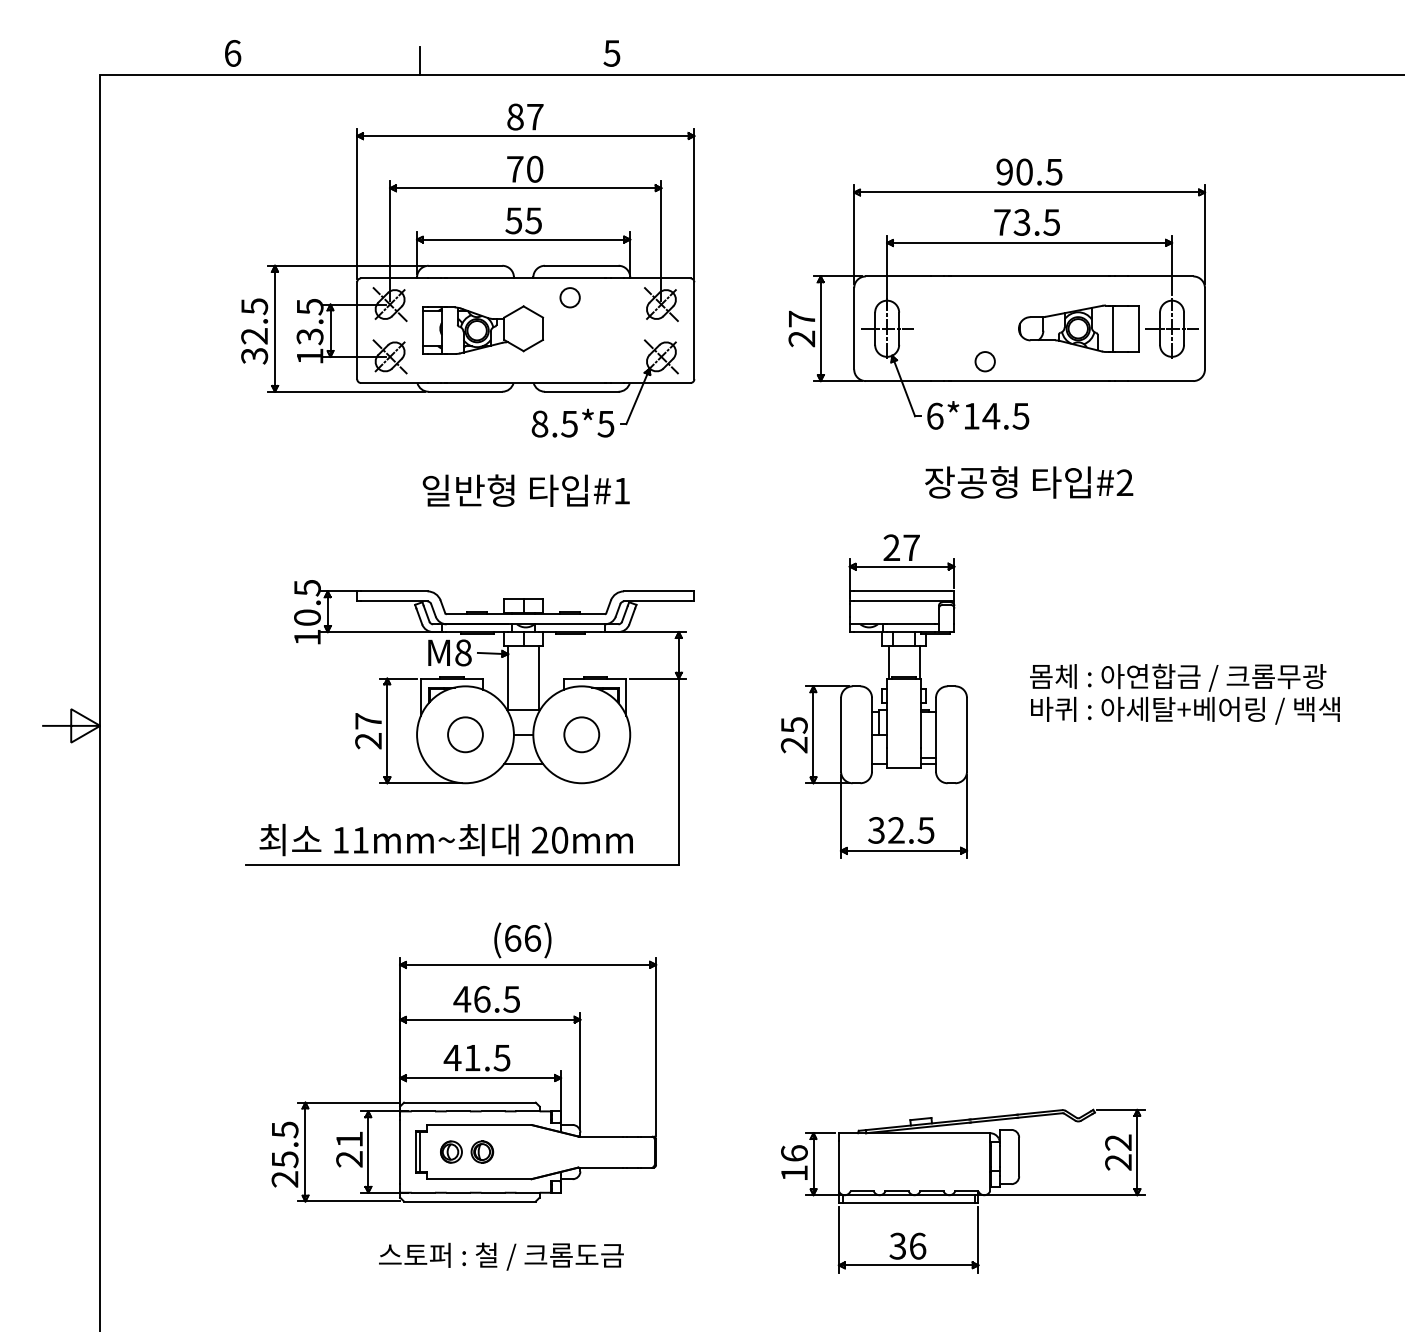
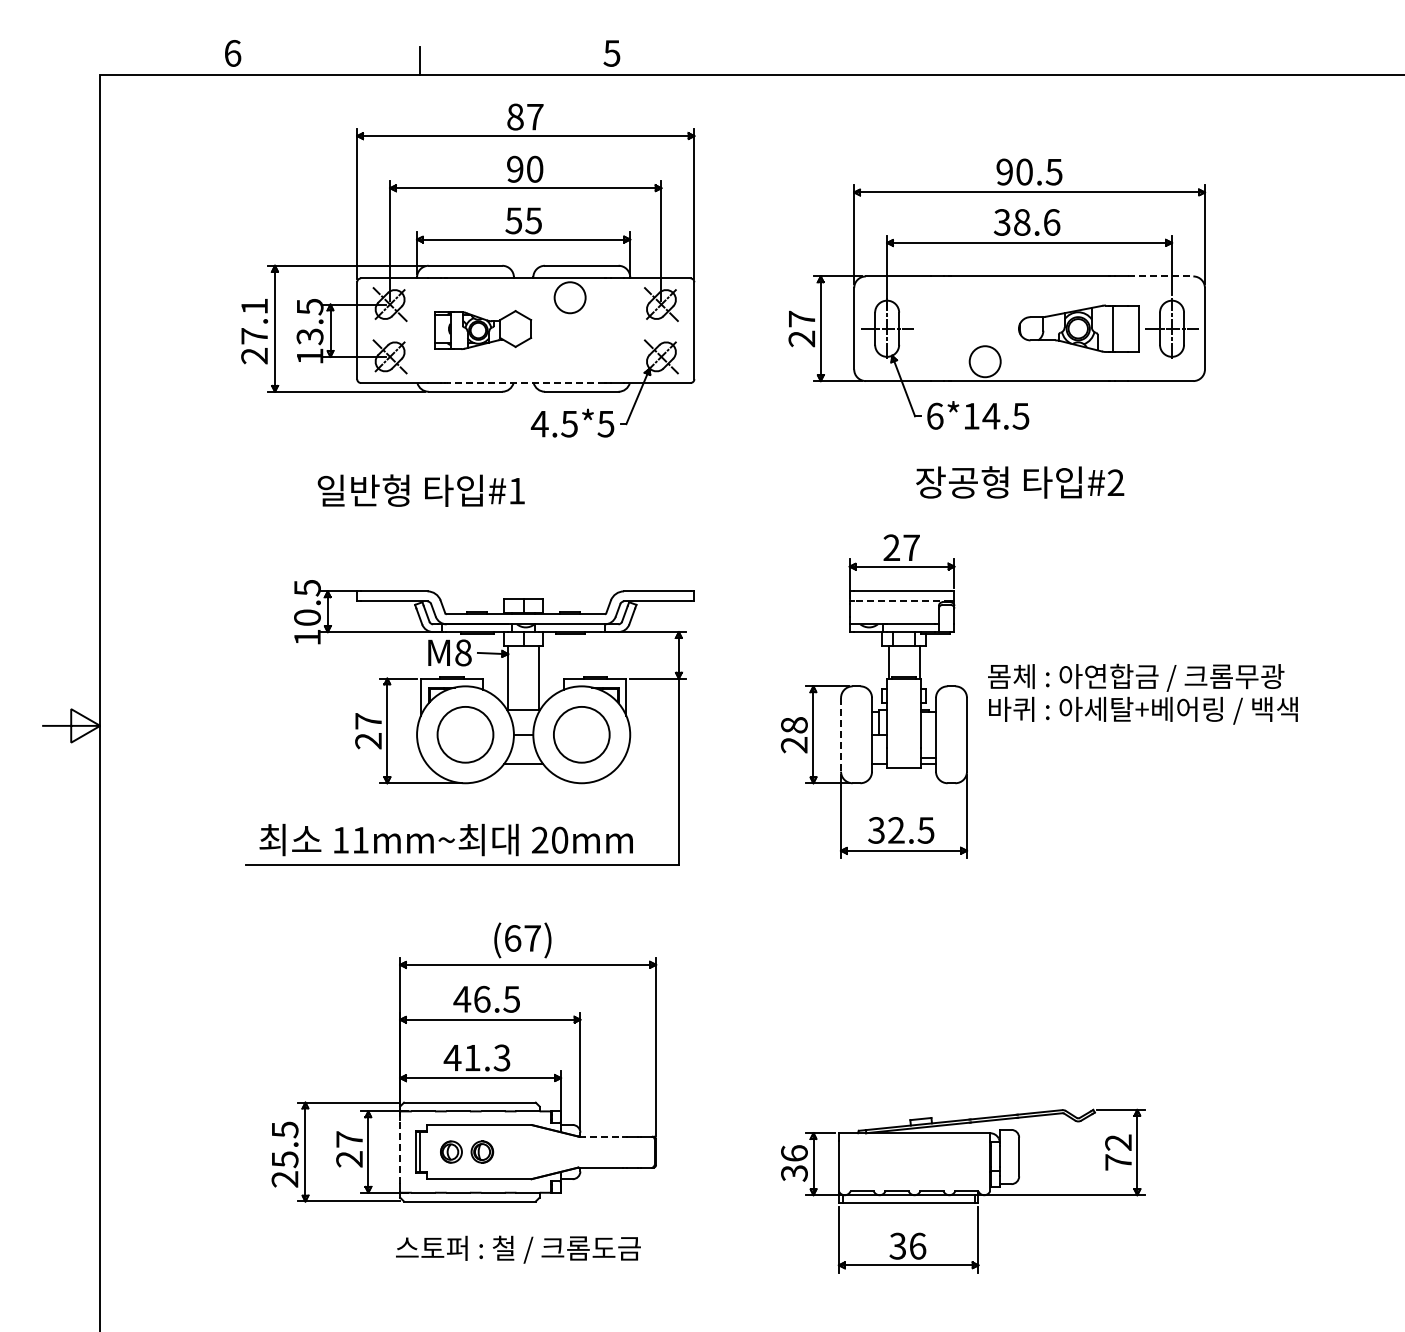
text at (515, 168): 70 -> 90
text at (1026, 222): 73.5 -> 38.6
line at (1160, 276): solid -> dashed
circle at (569, 297) diameter: 19 px -> 31 px
part at (483, 329) size: 123x50 px -> 99x40 px
text at (254, 331): 32.5 -> 27.1
circle at (984, 361) diameter: 19 px -> 31 px
line at (525, 383): solid -> dashed
text at (539, 423): 8.5*5 -> 4.5*5
text at (1029, 482) position: (1029, 482) -> (1020, 482)
text at (525, 490) position: (525, 490) -> (420, 490)
line at (901, 601): solid -> dashed
text at (1184, 693) position: (1184, 693) -> (1142, 693)
text at (794, 725): 25 -> 28
circle at (465, 734) diameter: 35 px -> 56 px
circle at (581, 734) diameter: 35 px -> 56 px
line at (841, 734): solid -> dashed
text at (532, 938): (66) -> (67)
text at (501, 1057): 41.5 -> 41.3
line at (601, 1136): solid -> dashed
text at (349, 1139): 21 -> 27
line at (400, 1151): solid -> dashed
text at (1118, 1162): 22 -> 72
text at (794, 1173): 16 -> 36
text at (501, 1256) position: (501, 1256) -> (518, 1249)
